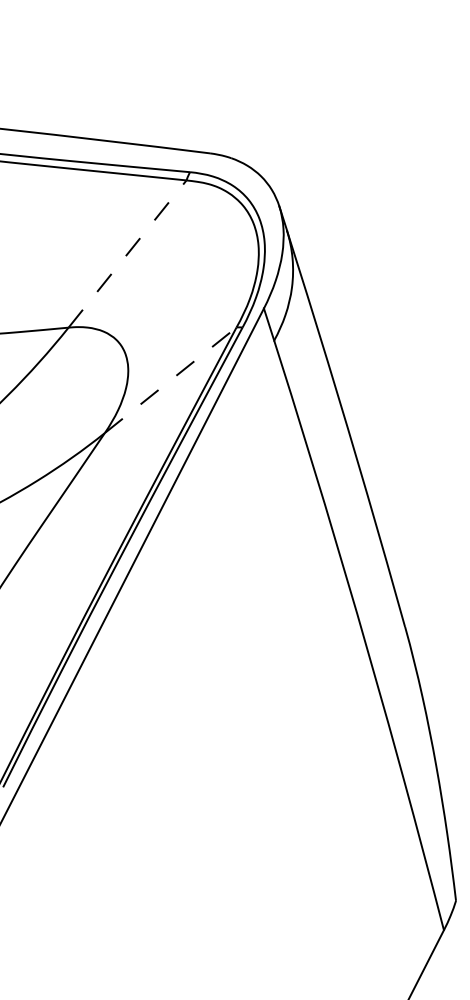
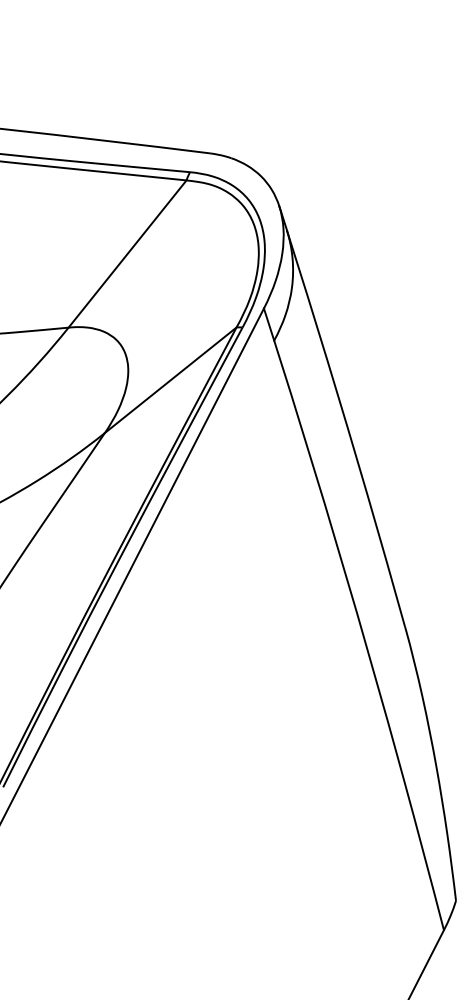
line at (127, 253): dashed -> solid
line at (171, 379): dashed -> solid
